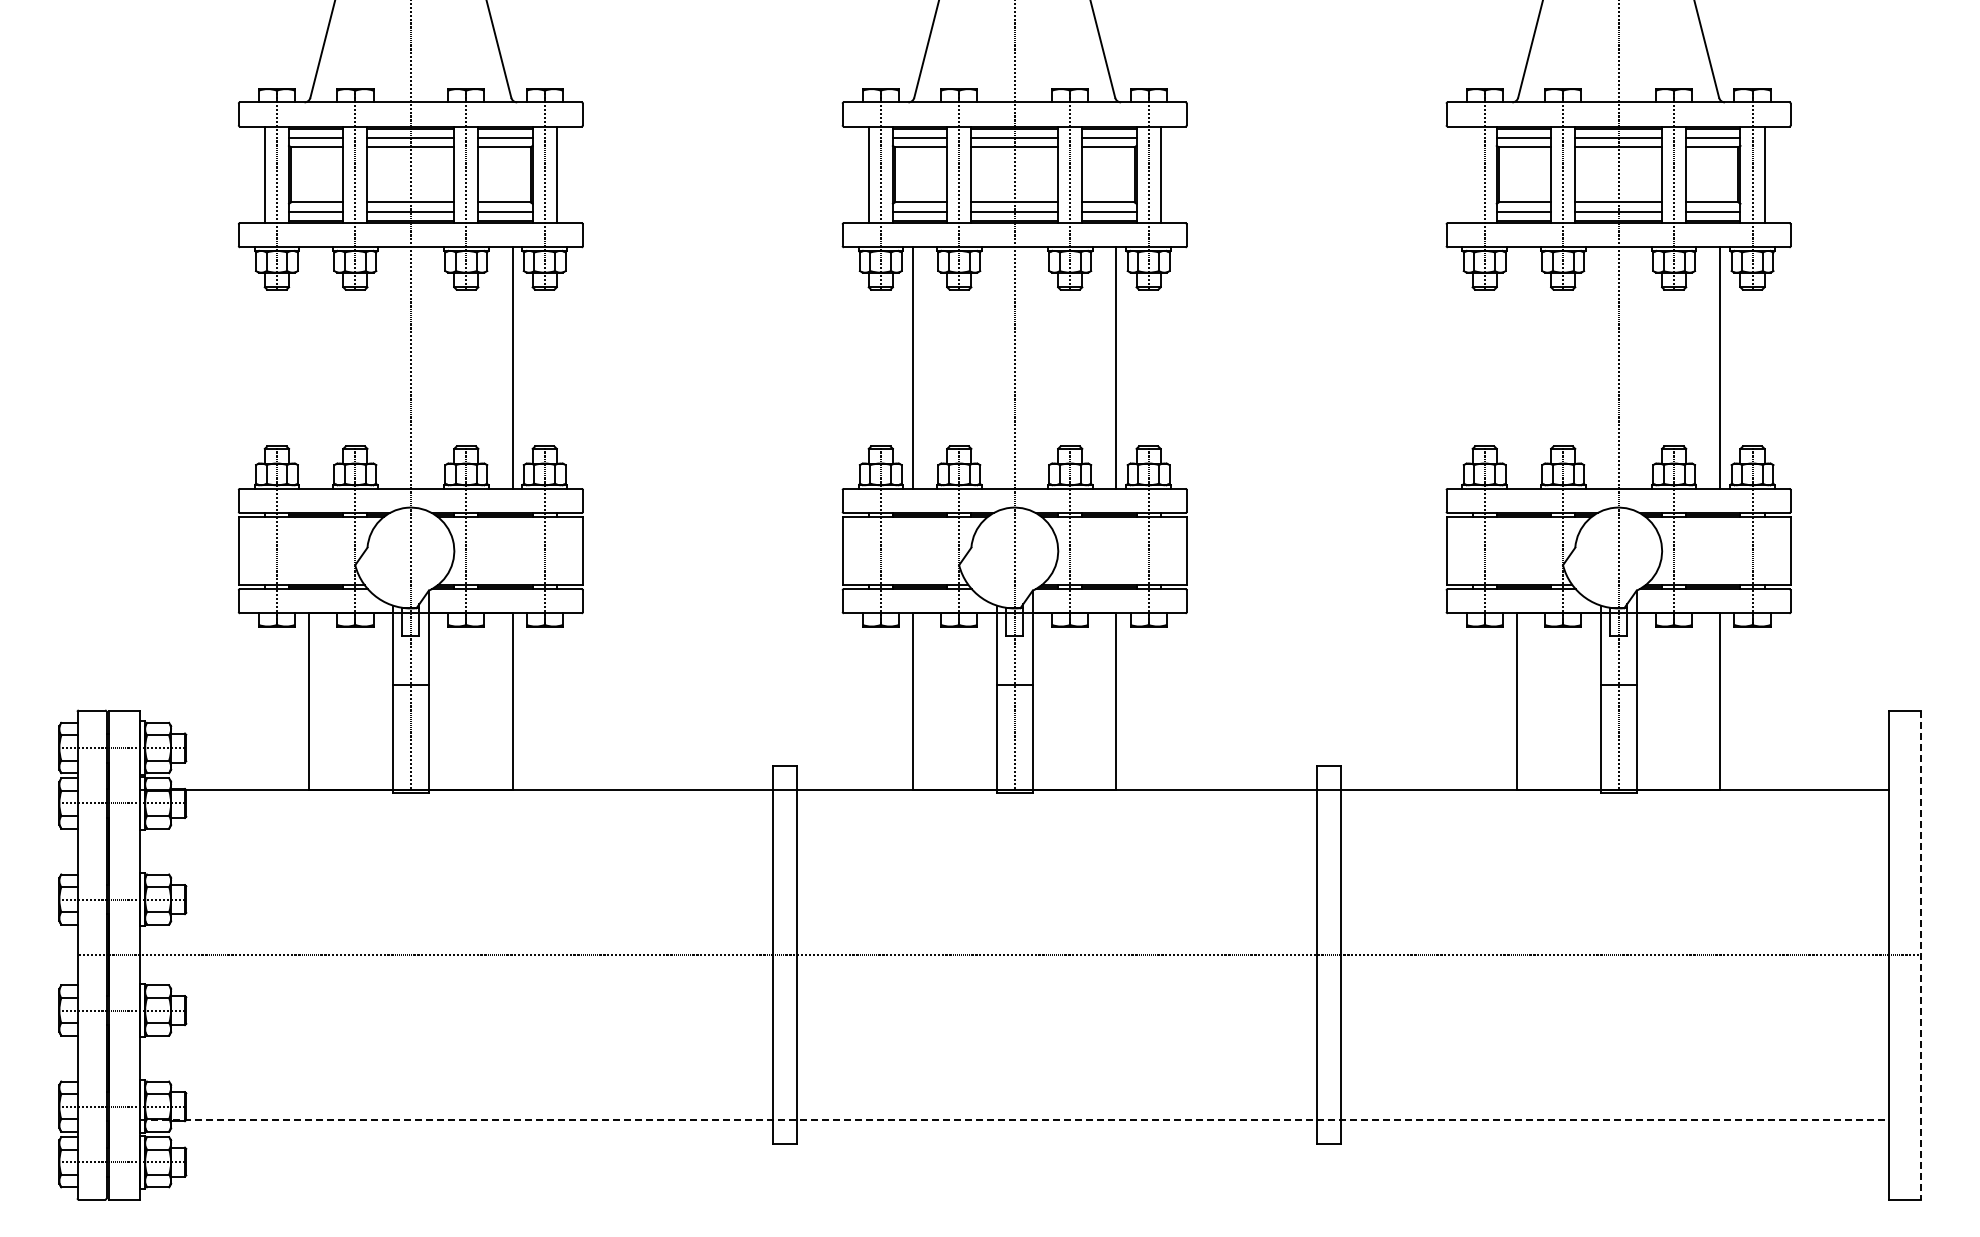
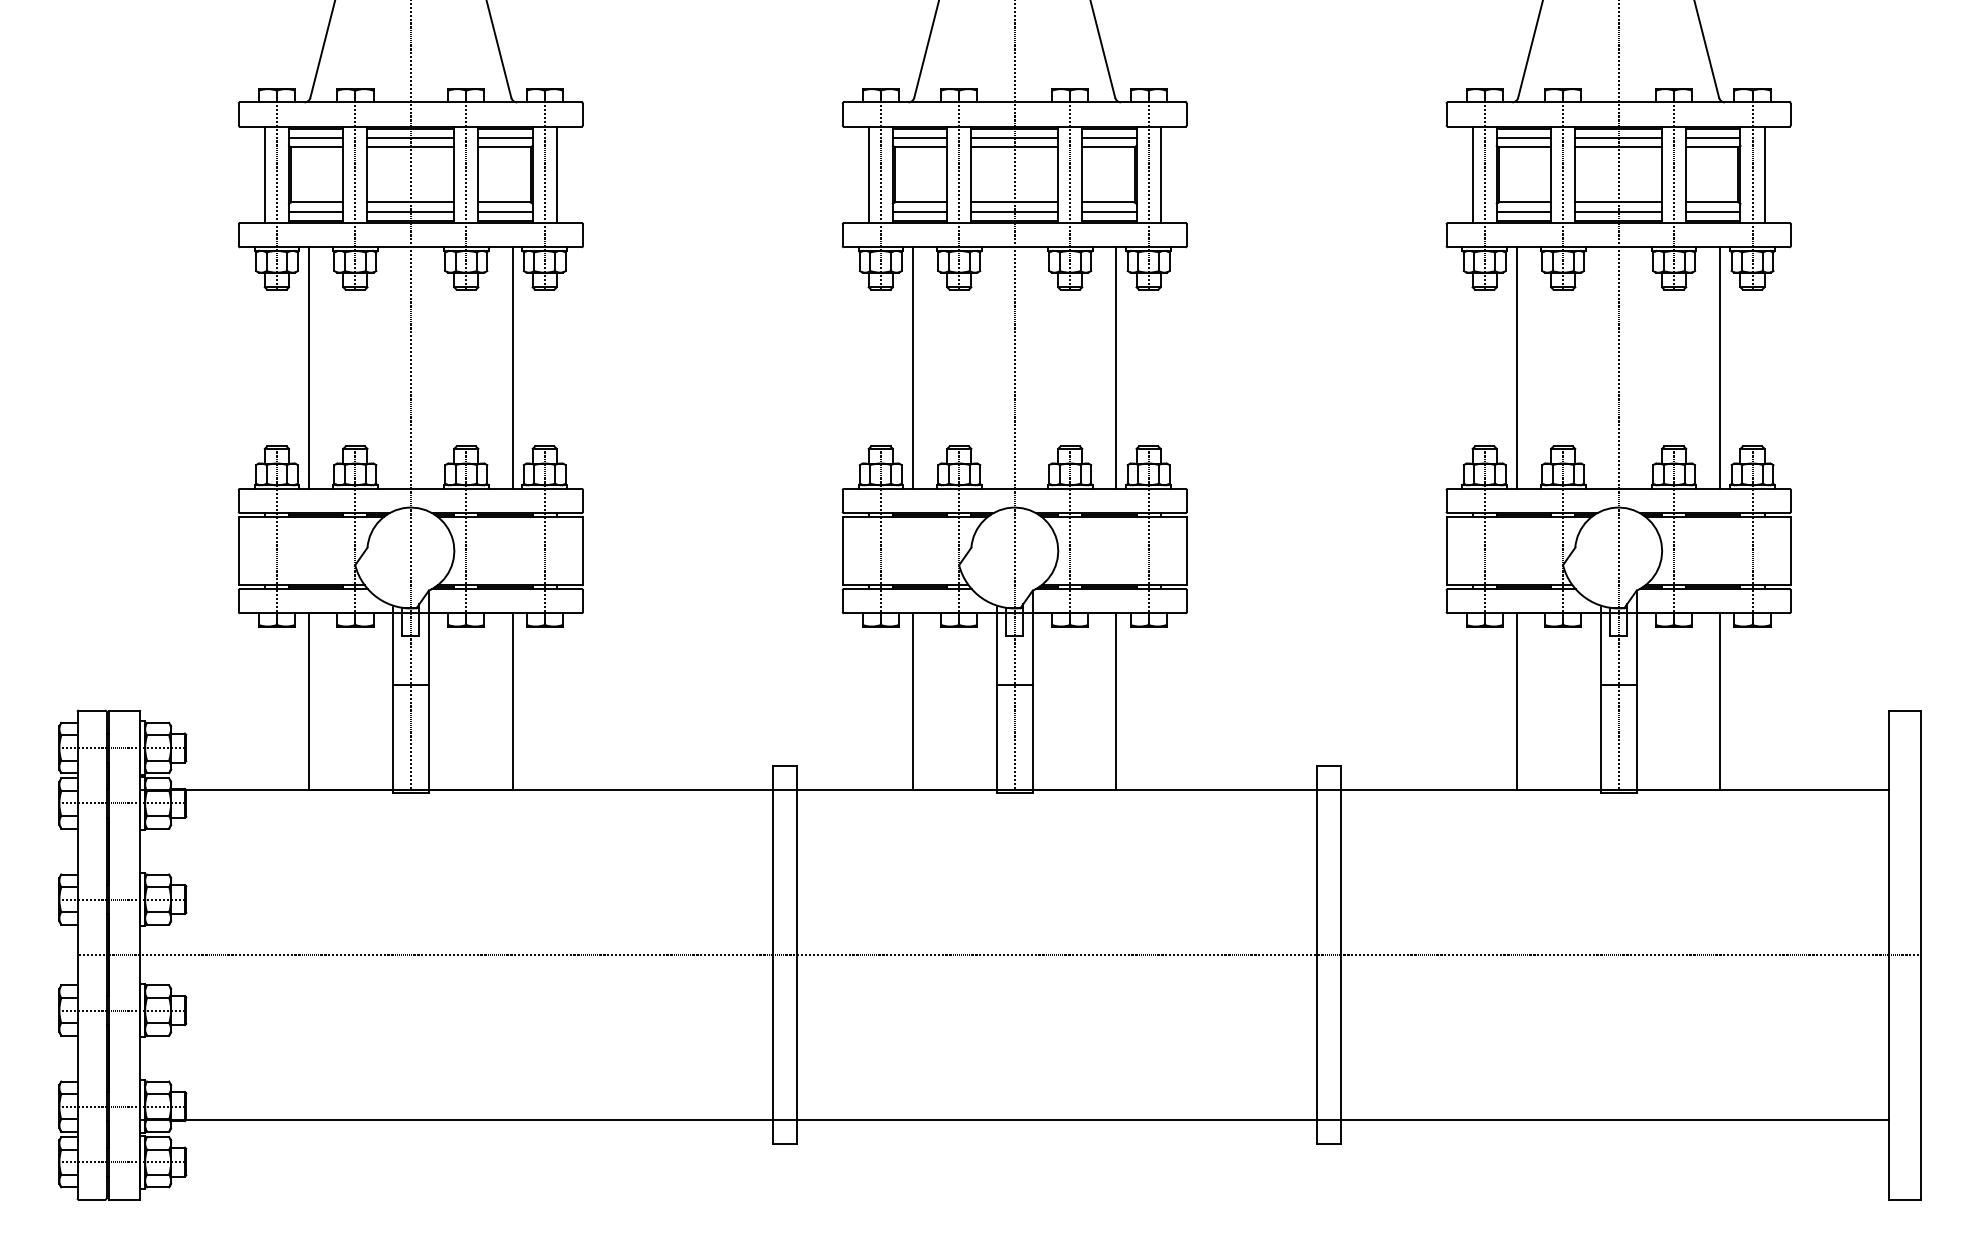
line at (1472, 174): none -> present
line at (309, 367): none -> present
line at (1517, 367): none -> present
line at (1920, 955): dashed -> solid
line at (1015, 1119): dashed -> solid
